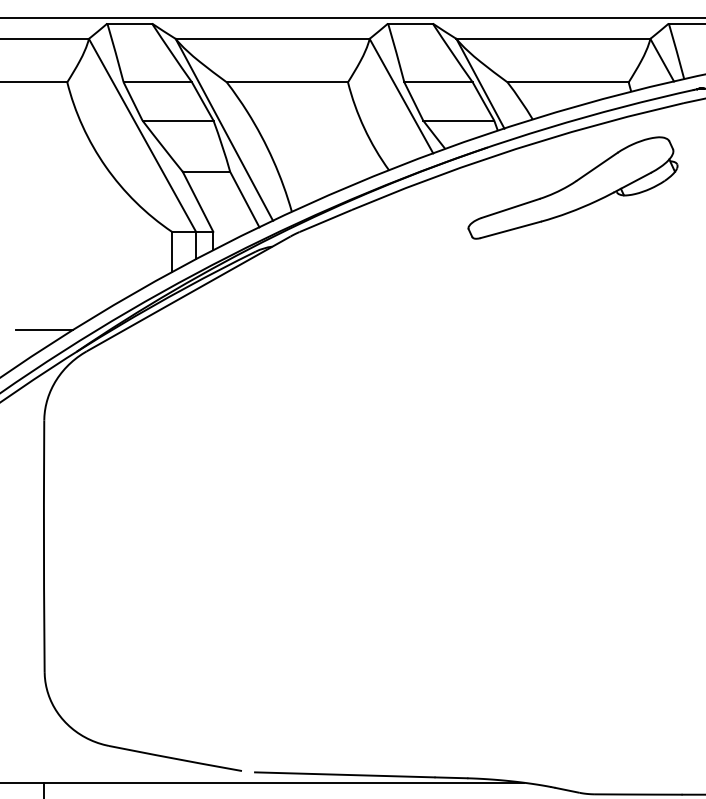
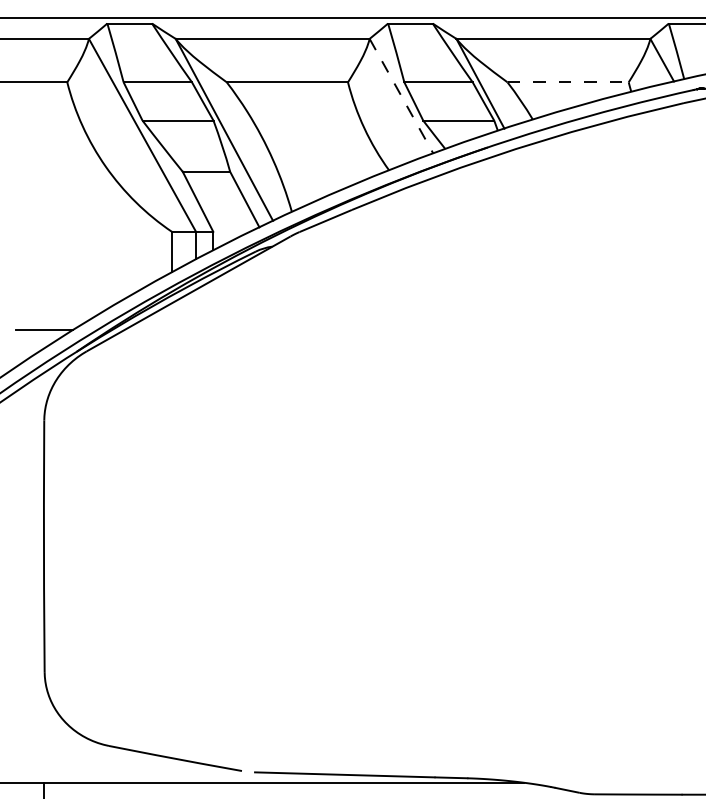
line at (568, 82): solid -> dashed
line at (401, 96): solid -> dashed
part at (572, 187): present -> none
